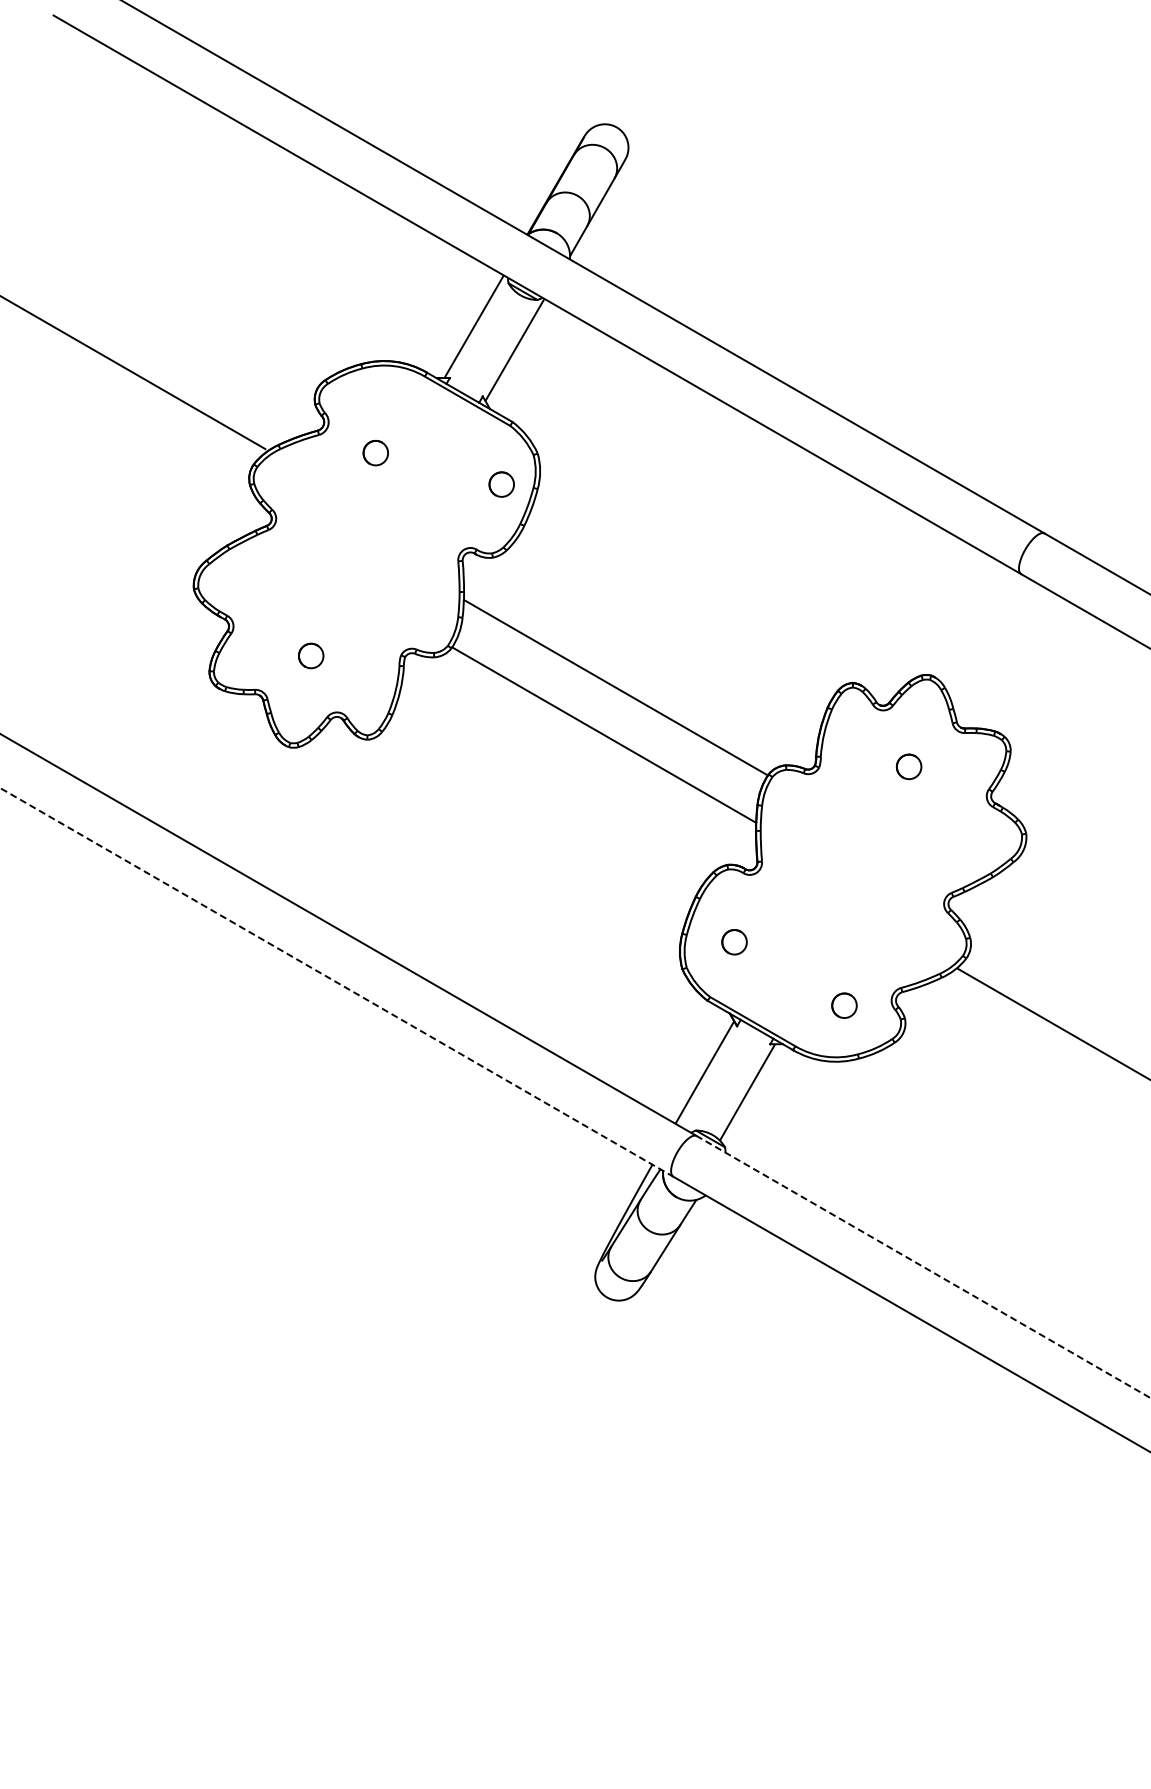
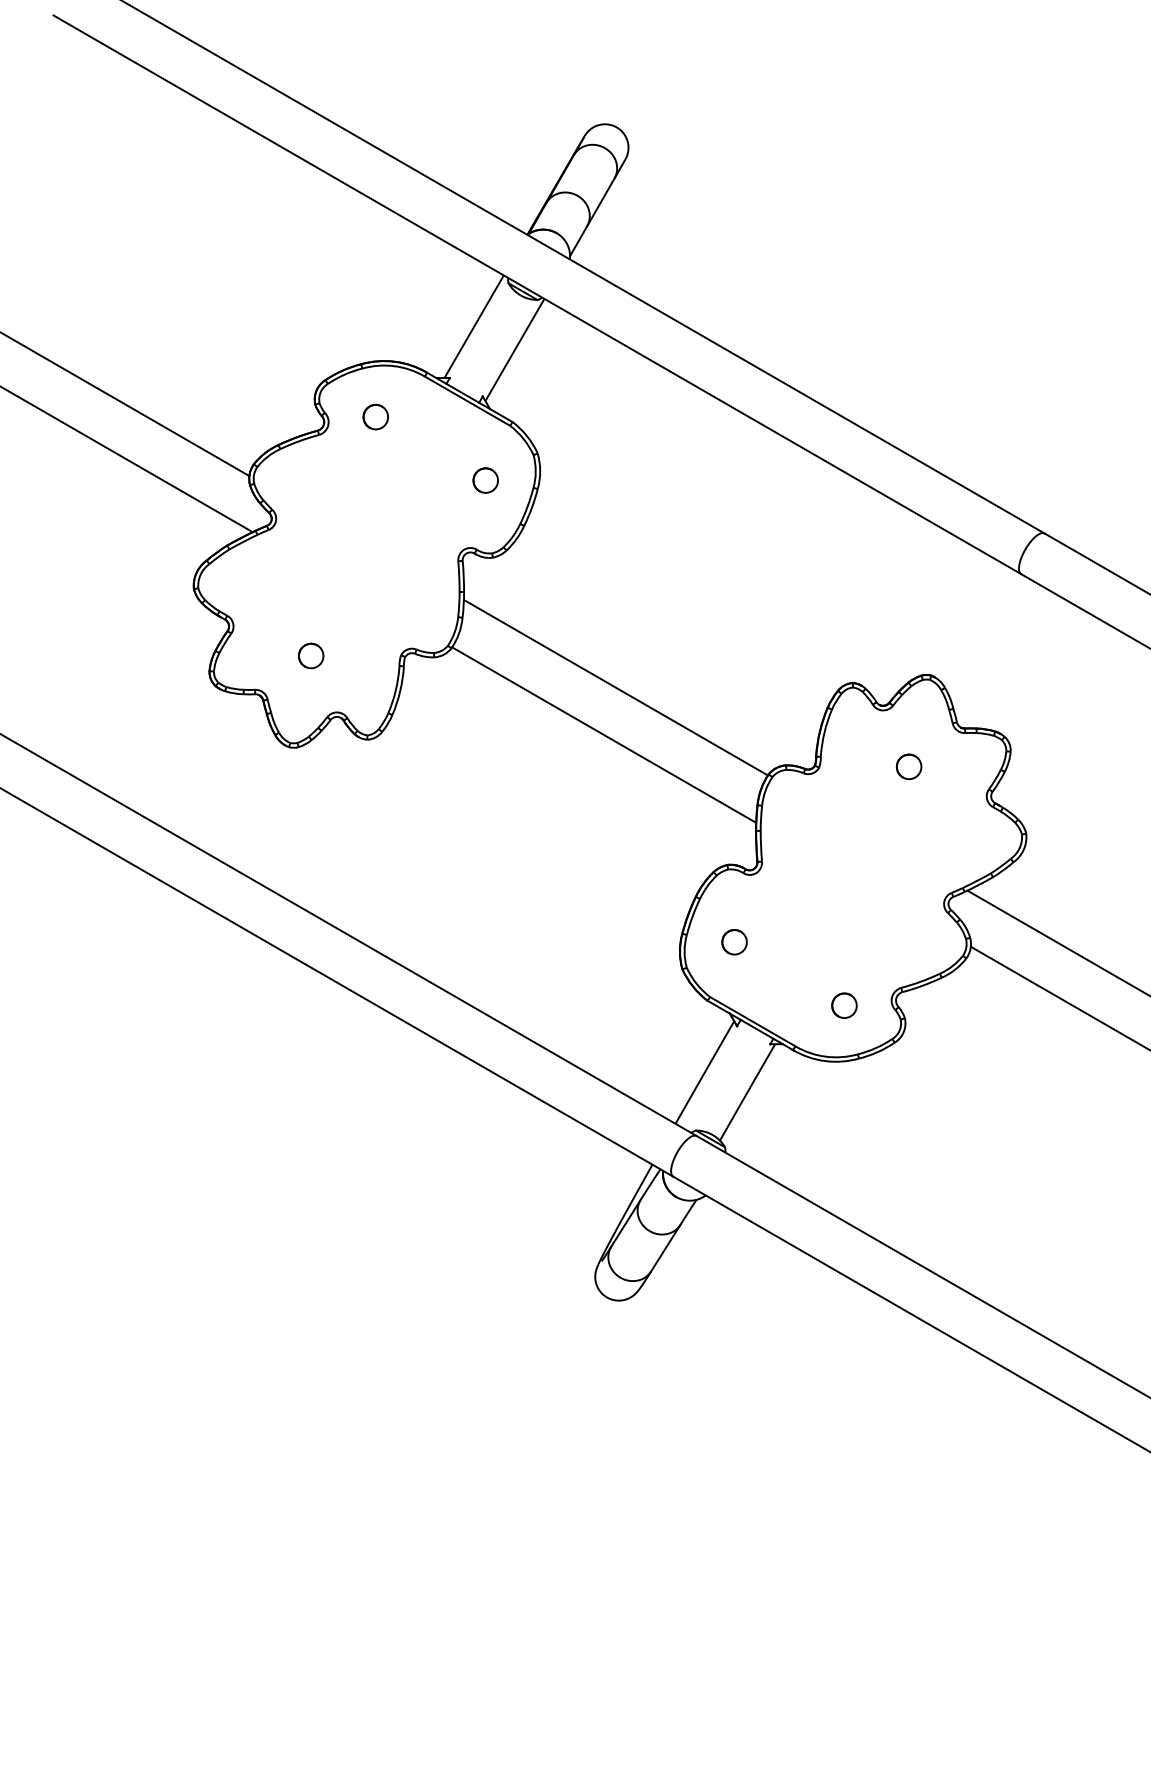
line at (133, 373) position: (133, 373) -> (125, 404)
circle at (375, 453) position: (375, 453) -> (375, 417)
line at (127, 459): none -> present
circle at (501, 484) position: (501, 484) -> (485, 480)
line at (1057, 942): none -> present
line at (337, 982): dashed -> solid
line at (1052, 1023) position: (1052, 1023) -> (1058, 997)
line at (923, 1266): dashed -> solid
